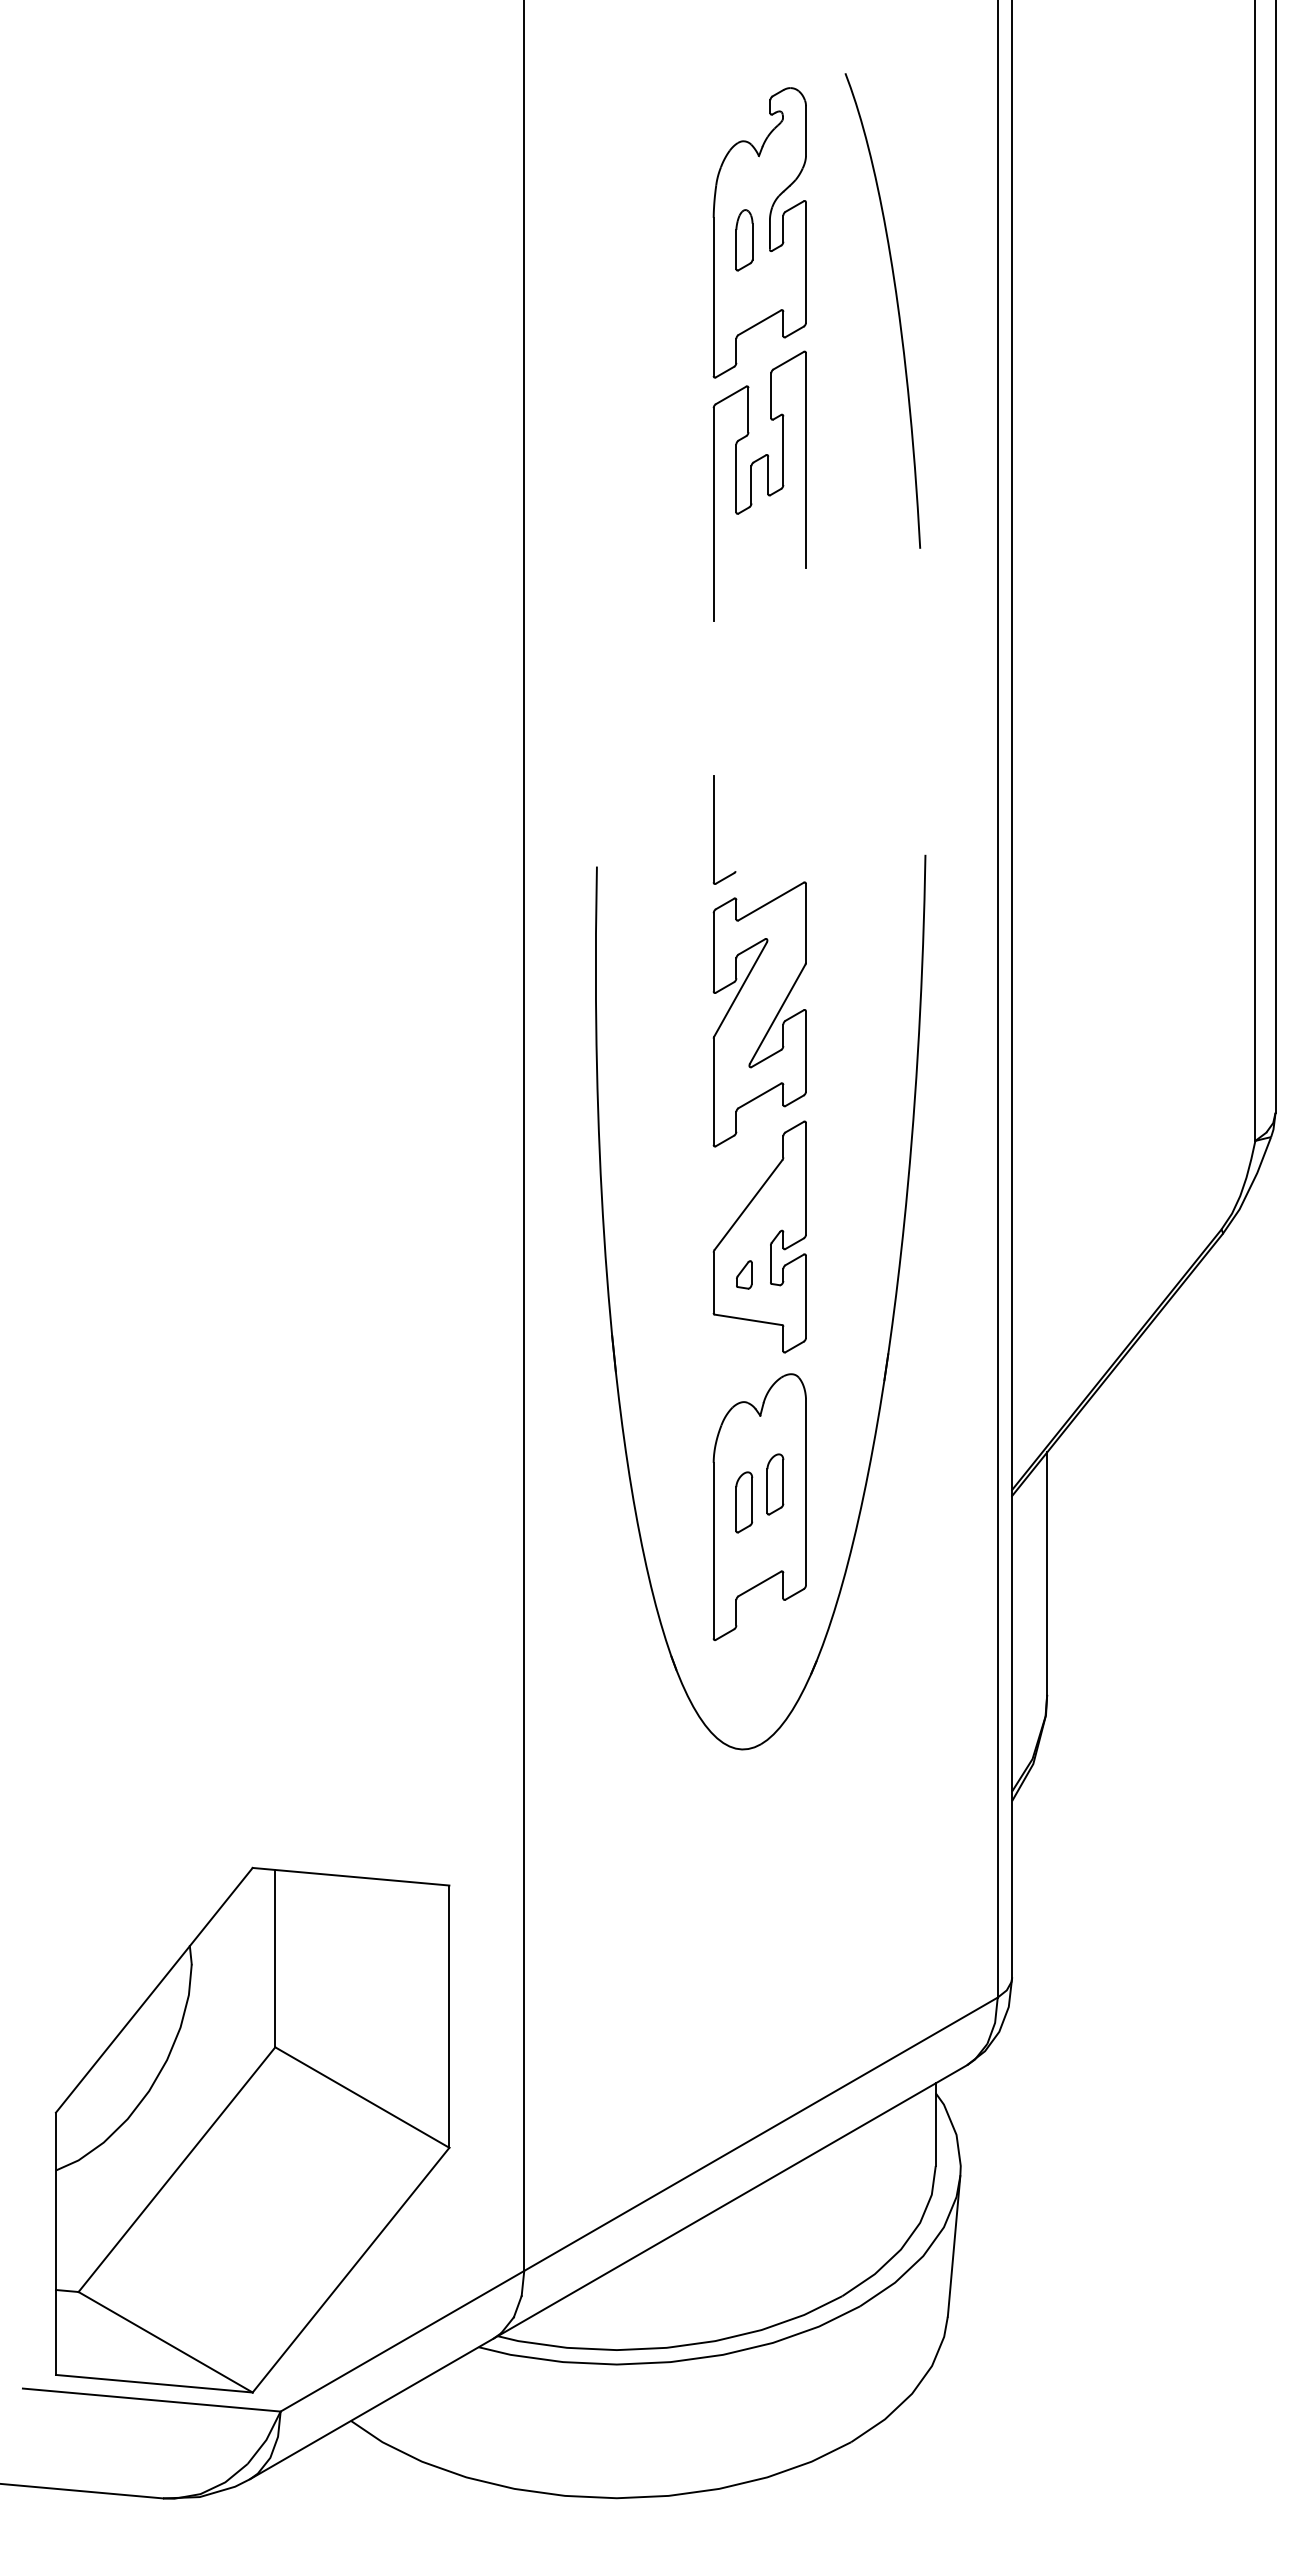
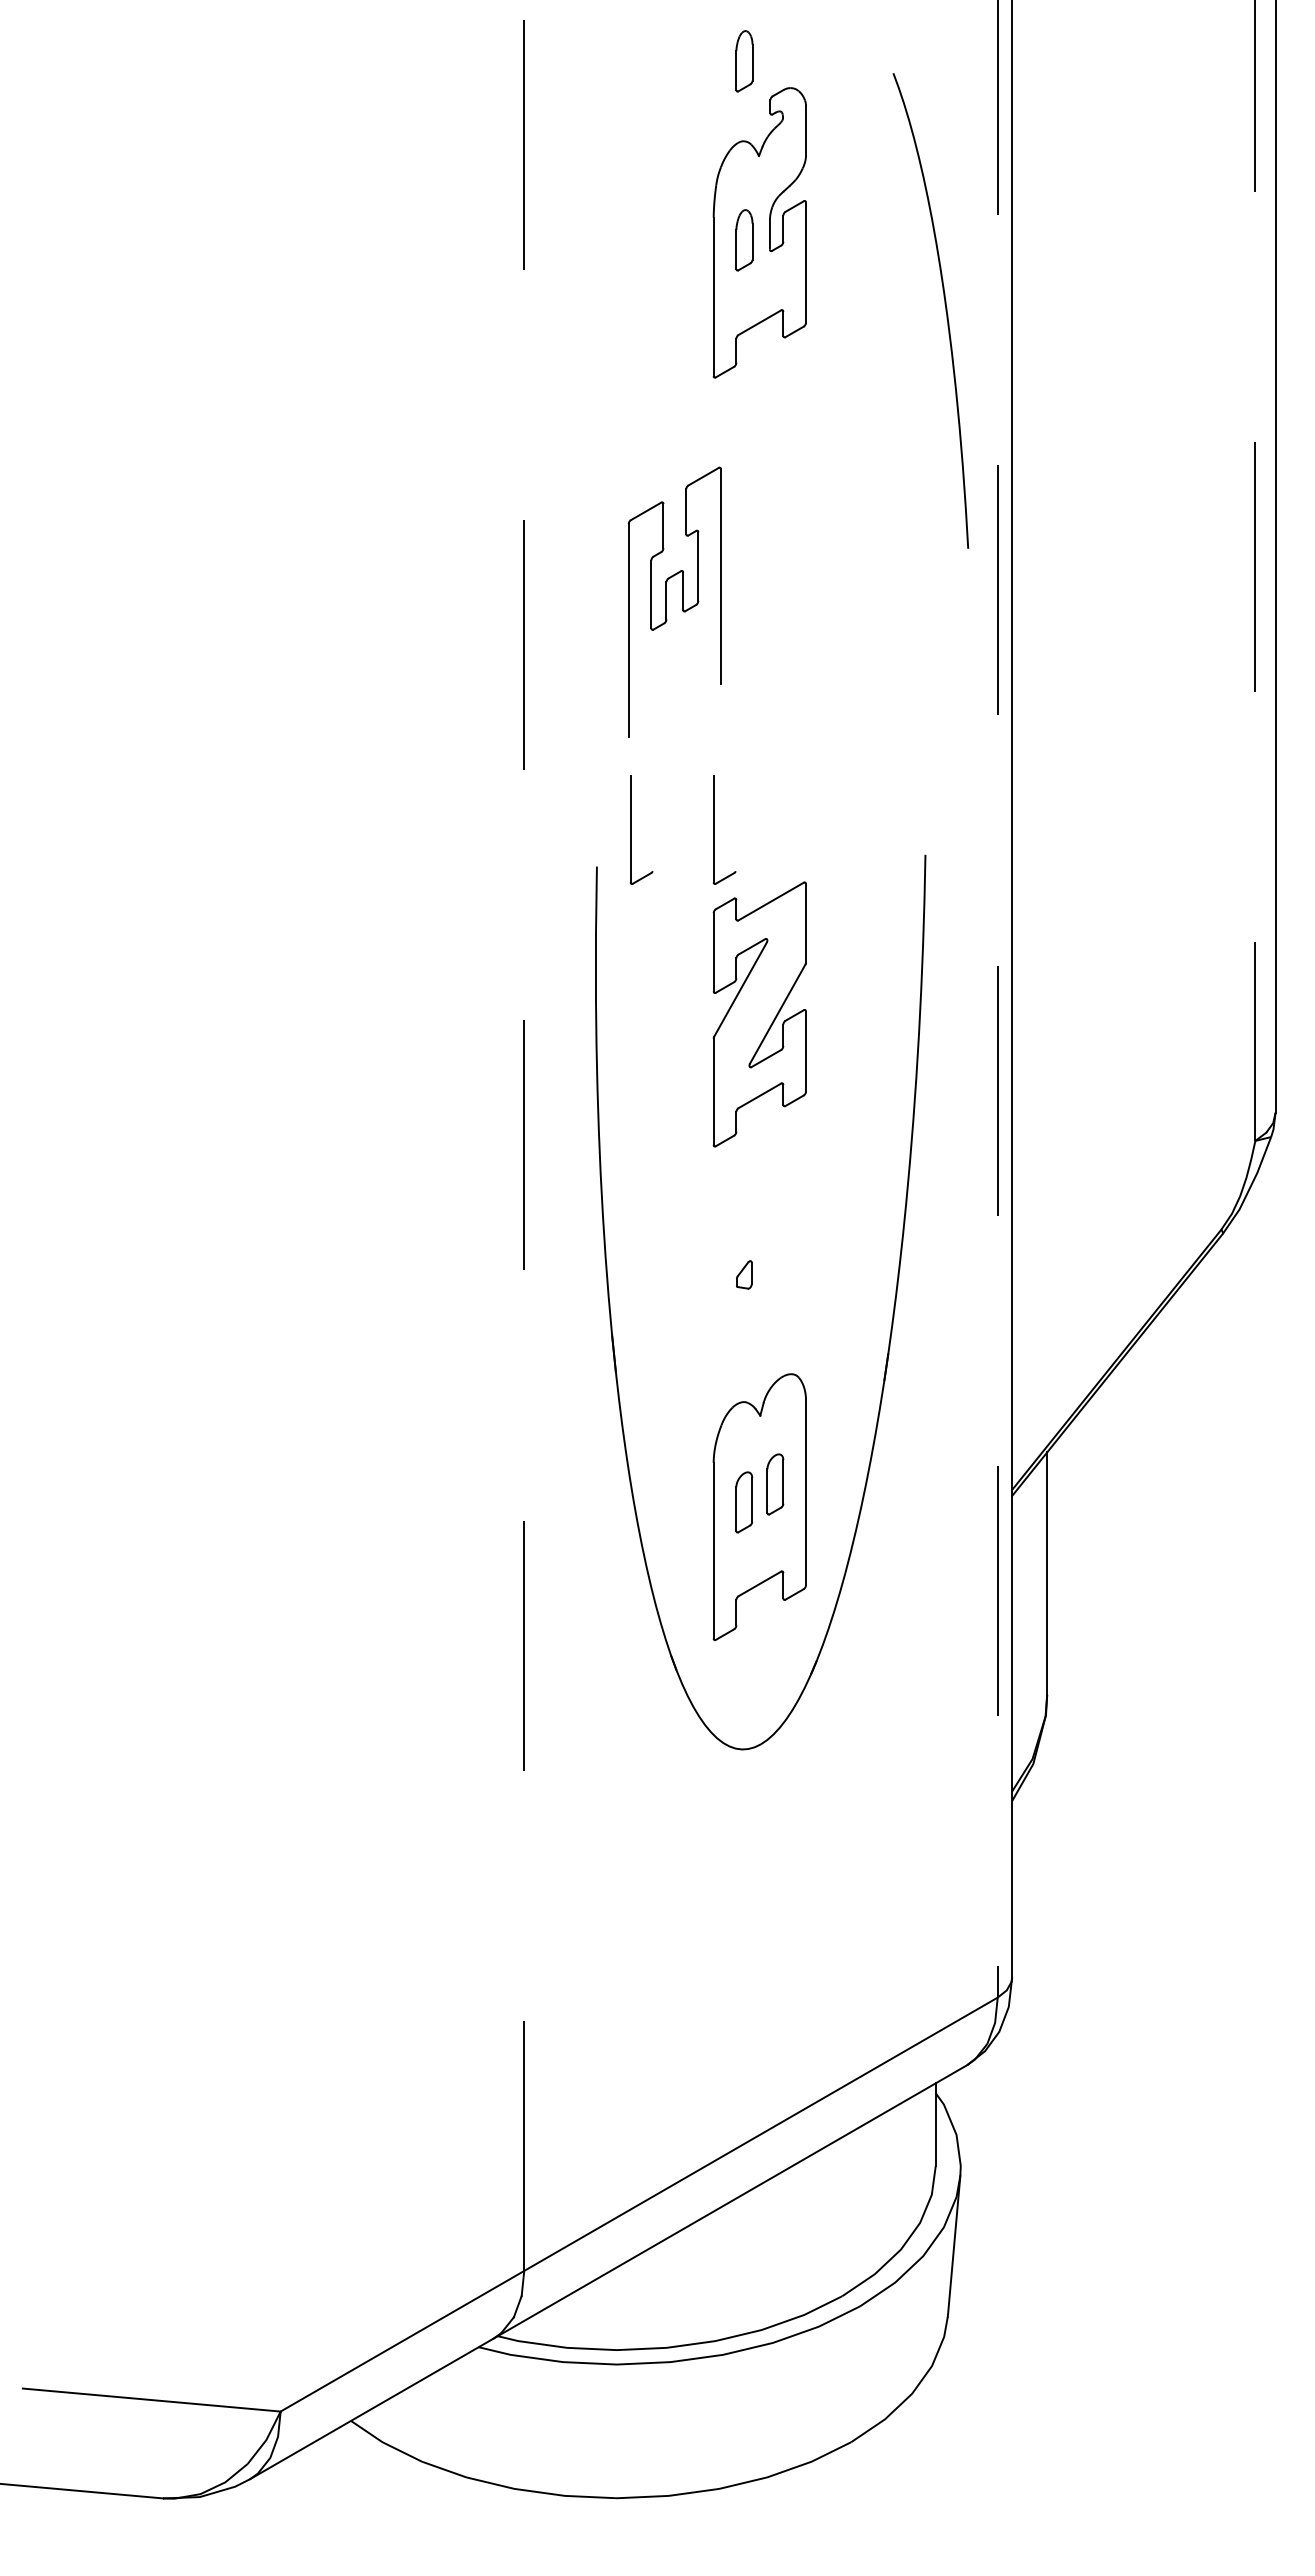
part at (744, 61): none -> present
curve at (897, 310) position: (897, 310) -> (945, 310)
part at (751, 485) position: (751, 485) -> (666, 601)
line at (1255, 571): solid -> dashed
part at (631, 829): none -> present
line at (997, 999): solid -> dashed
line at (524, 1135): solid -> dashed
part at (759, 1236): present -> none
part at (252, 2129): present -> none
